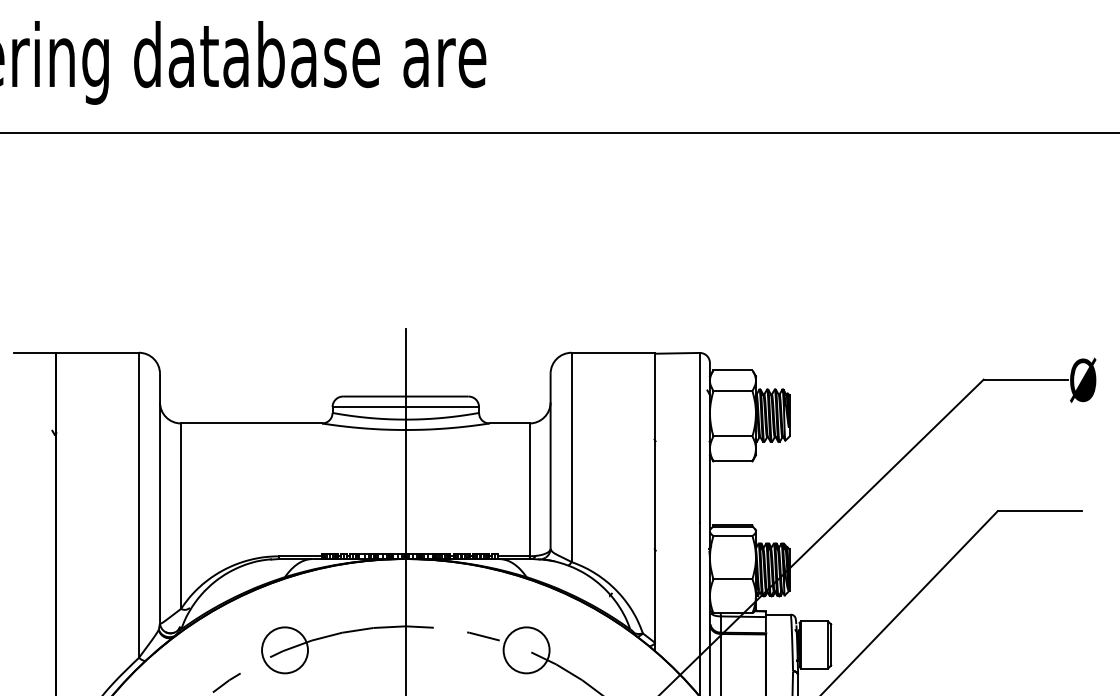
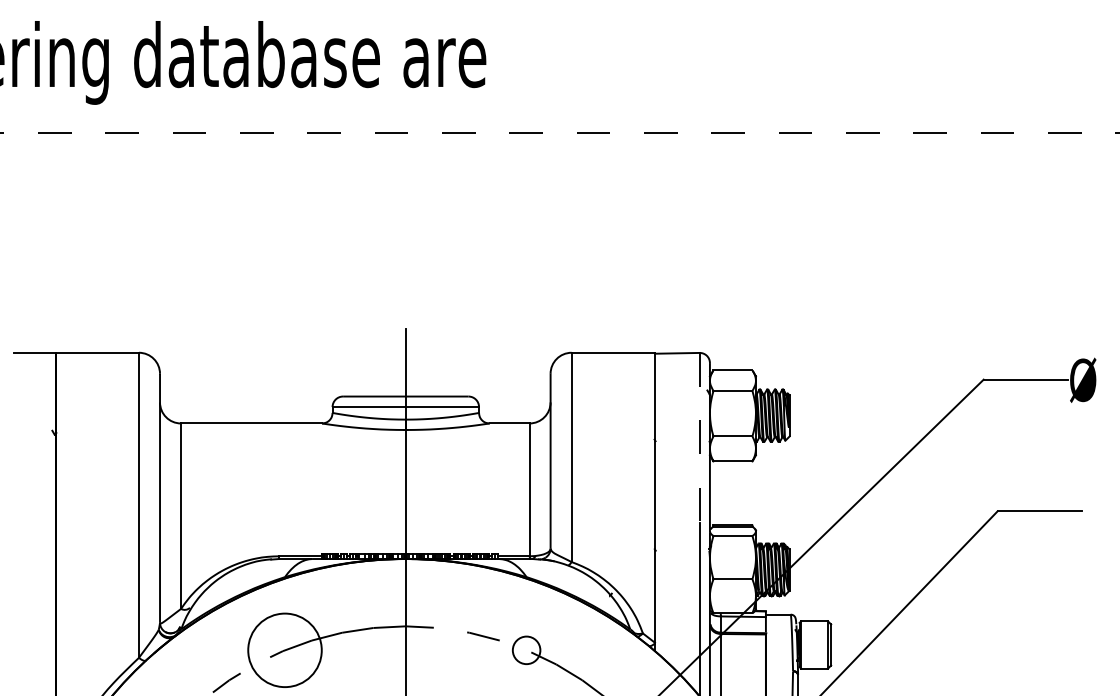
line at (560, 132): solid -> dashed
line at (699, 437): solid -> dashed
circle at (285, 650) diameter: 46 px -> 74 px
circle at (526, 650) diameter: 46 px -> 28 px
